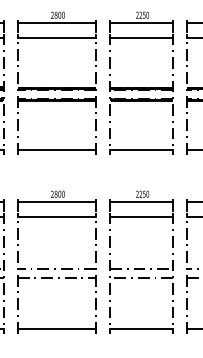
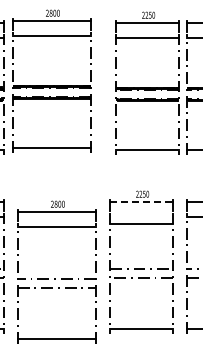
part at (56, 82) position: (56, 82) -> (51, 80)
part at (141, 82) position: (141, 82) -> (147, 82)
line at (142, 201): solid -> dashed
line at (141, 216) position: (141, 216) -> (141, 223)
part at (55, 268) position: (55, 268) -> (55, 278)
